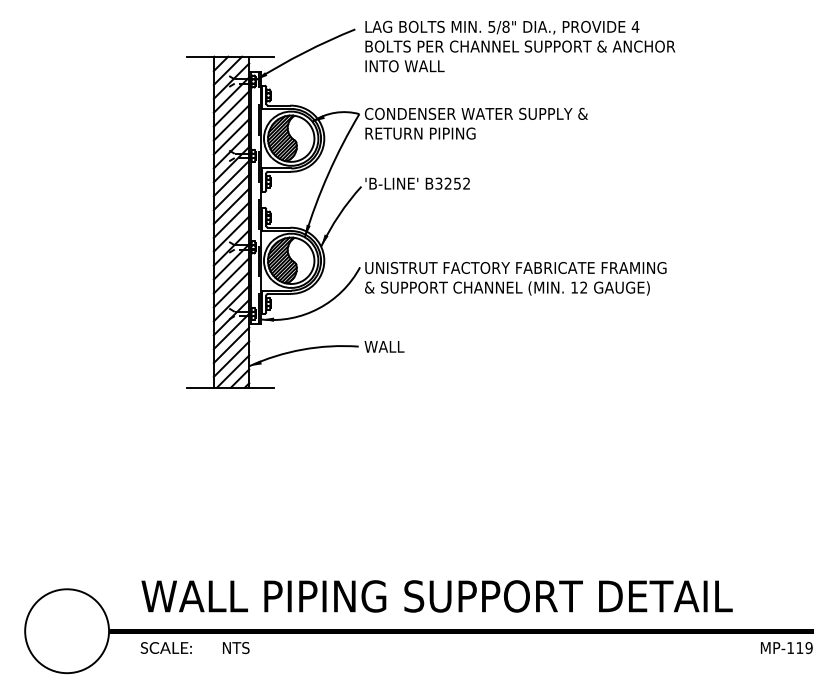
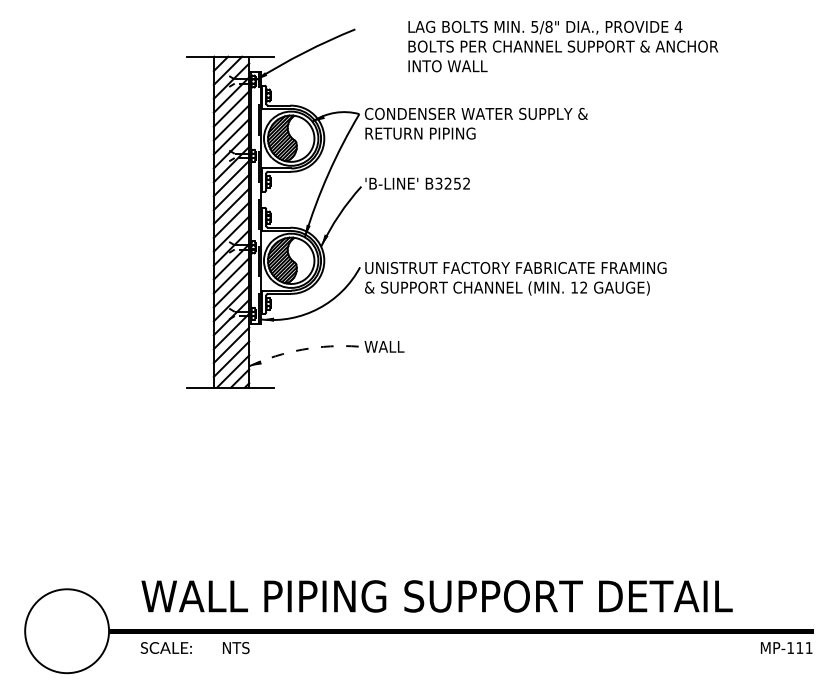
text at (520, 46) position: (520, 46) -> (563, 46)
arc at (302, 349): solid -> dashed
text at (808, 648): MP-119 -> MP-111
